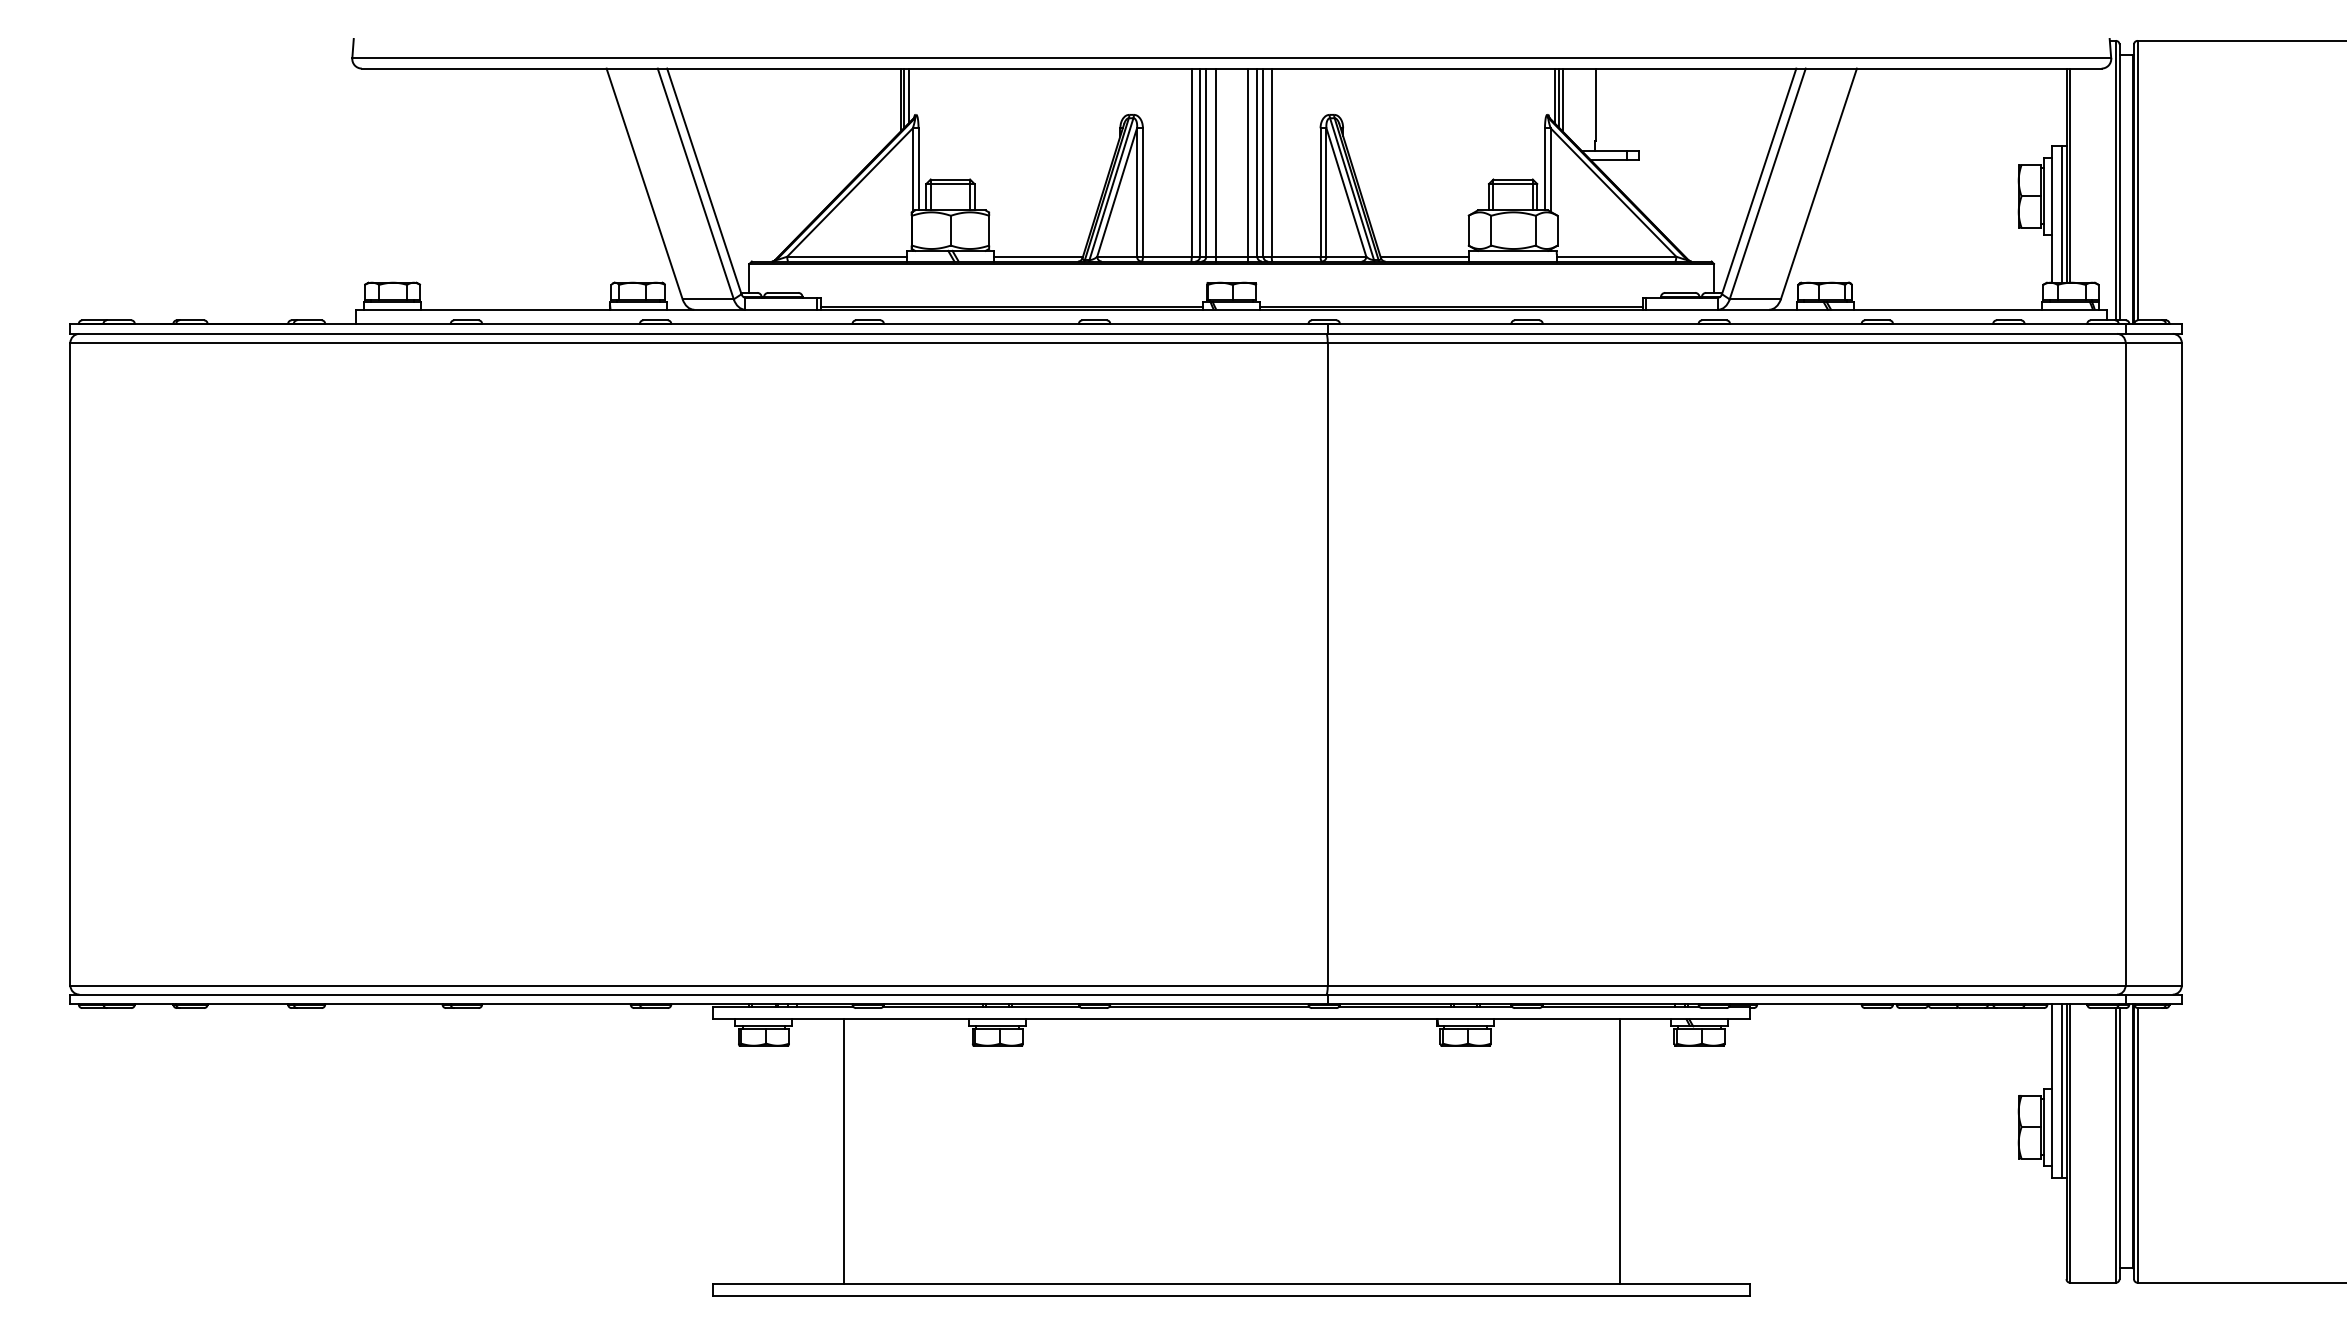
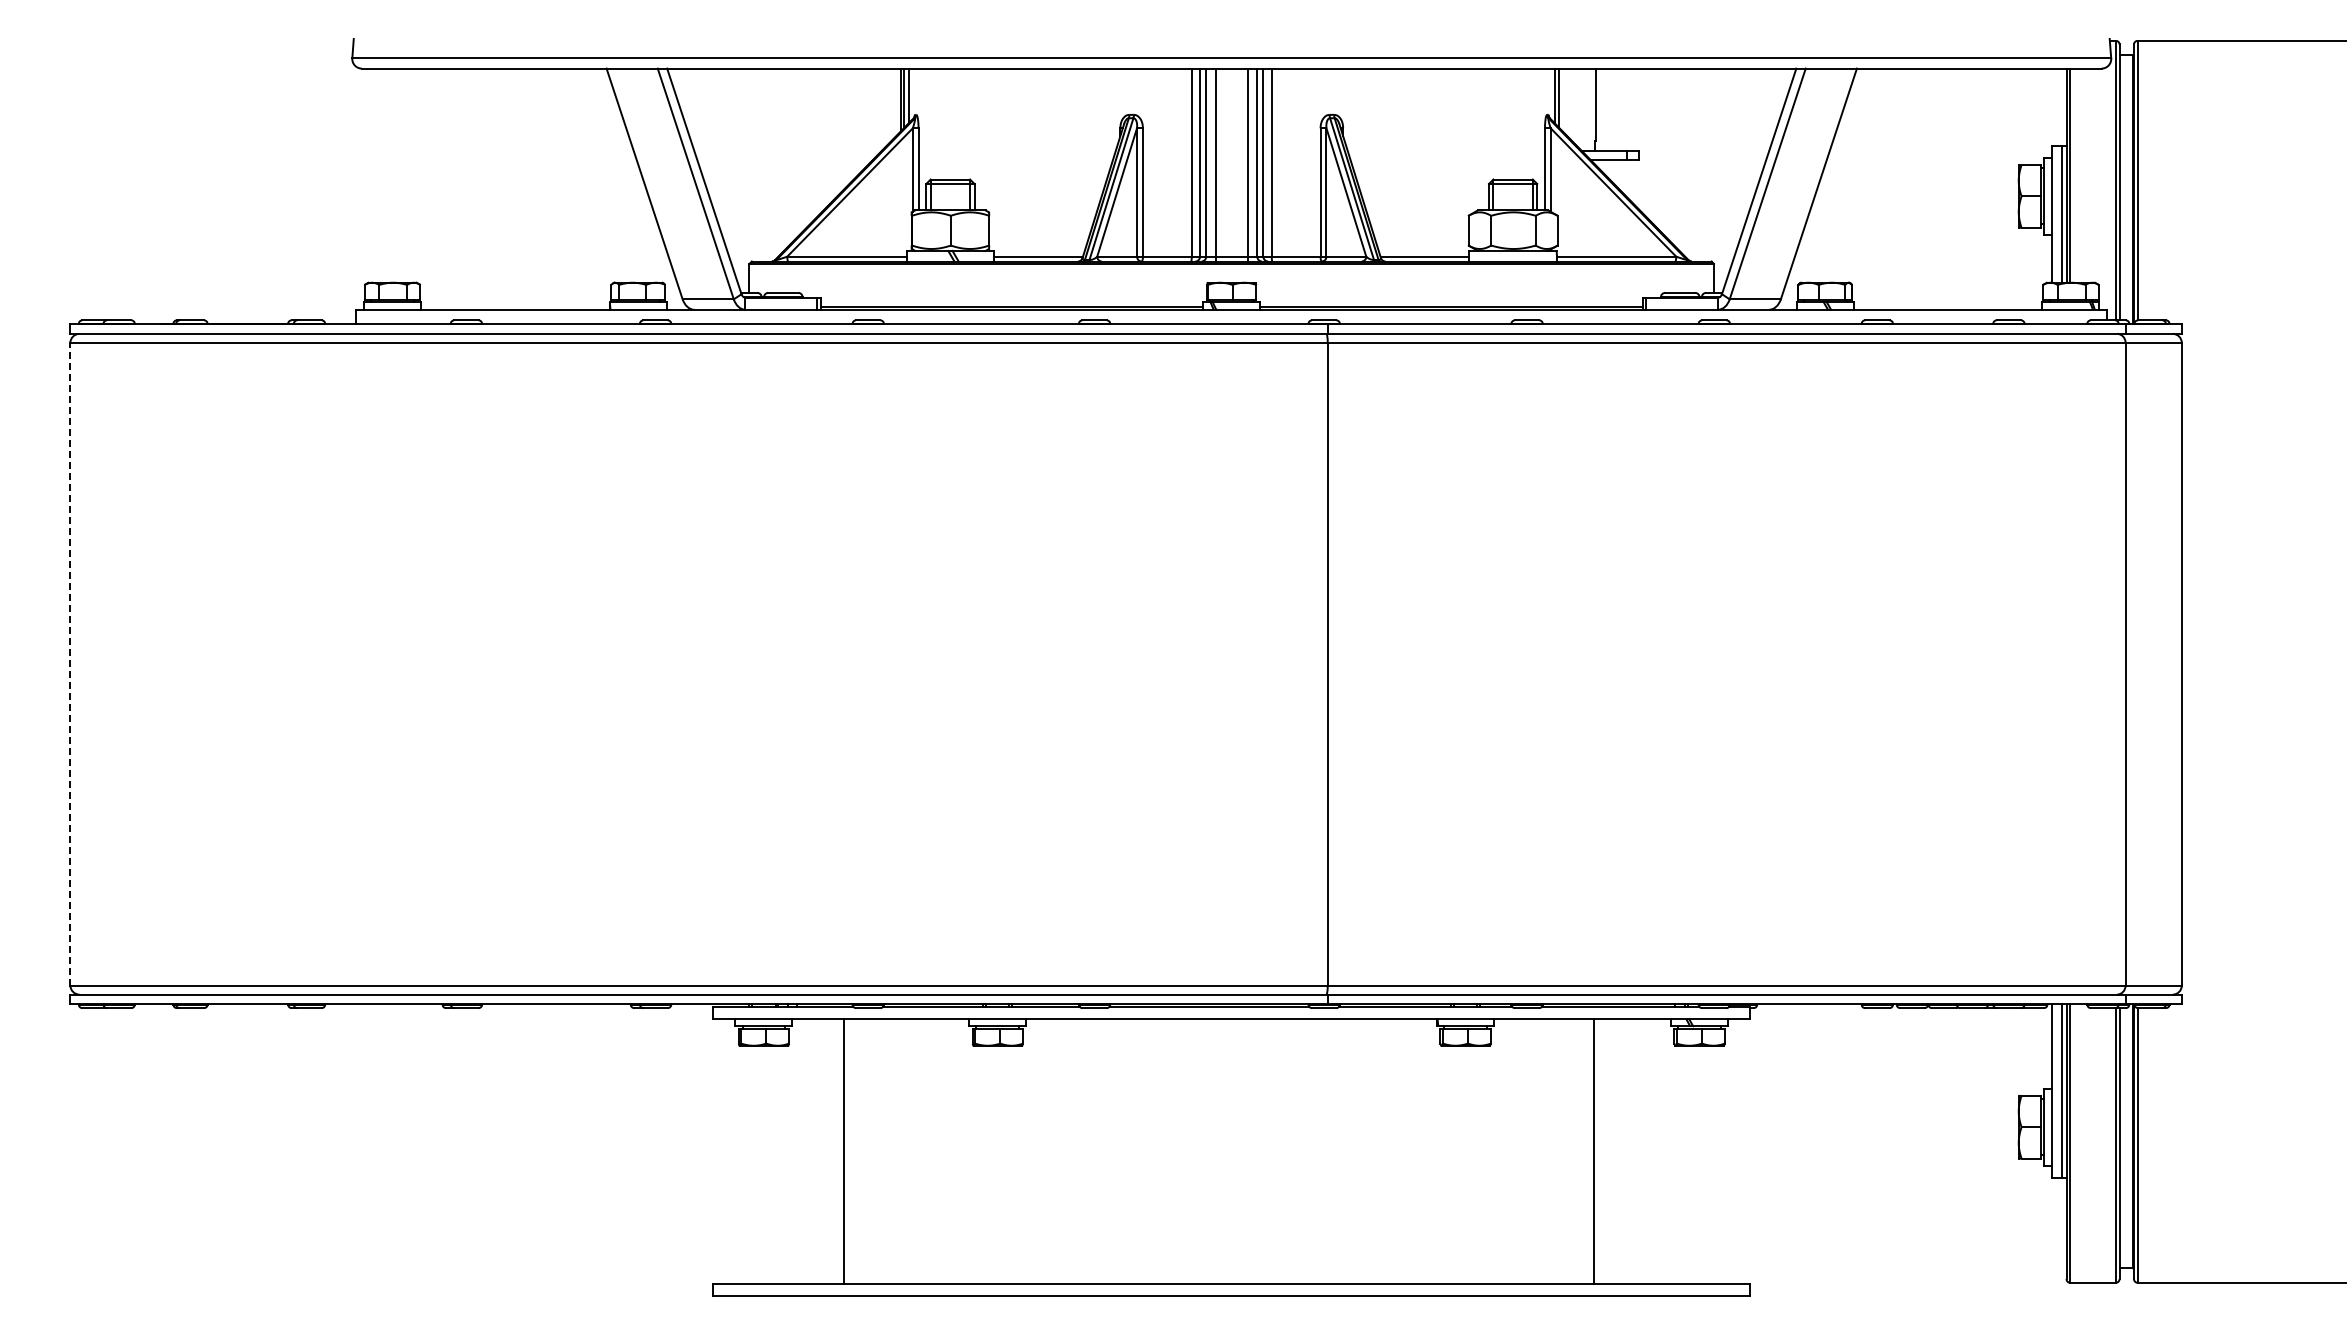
line at (1562, 99): present -> none
line at (70, 663): solid -> dashed
line at (1619, 1150) position: (1619, 1150) -> (1593, 1150)
